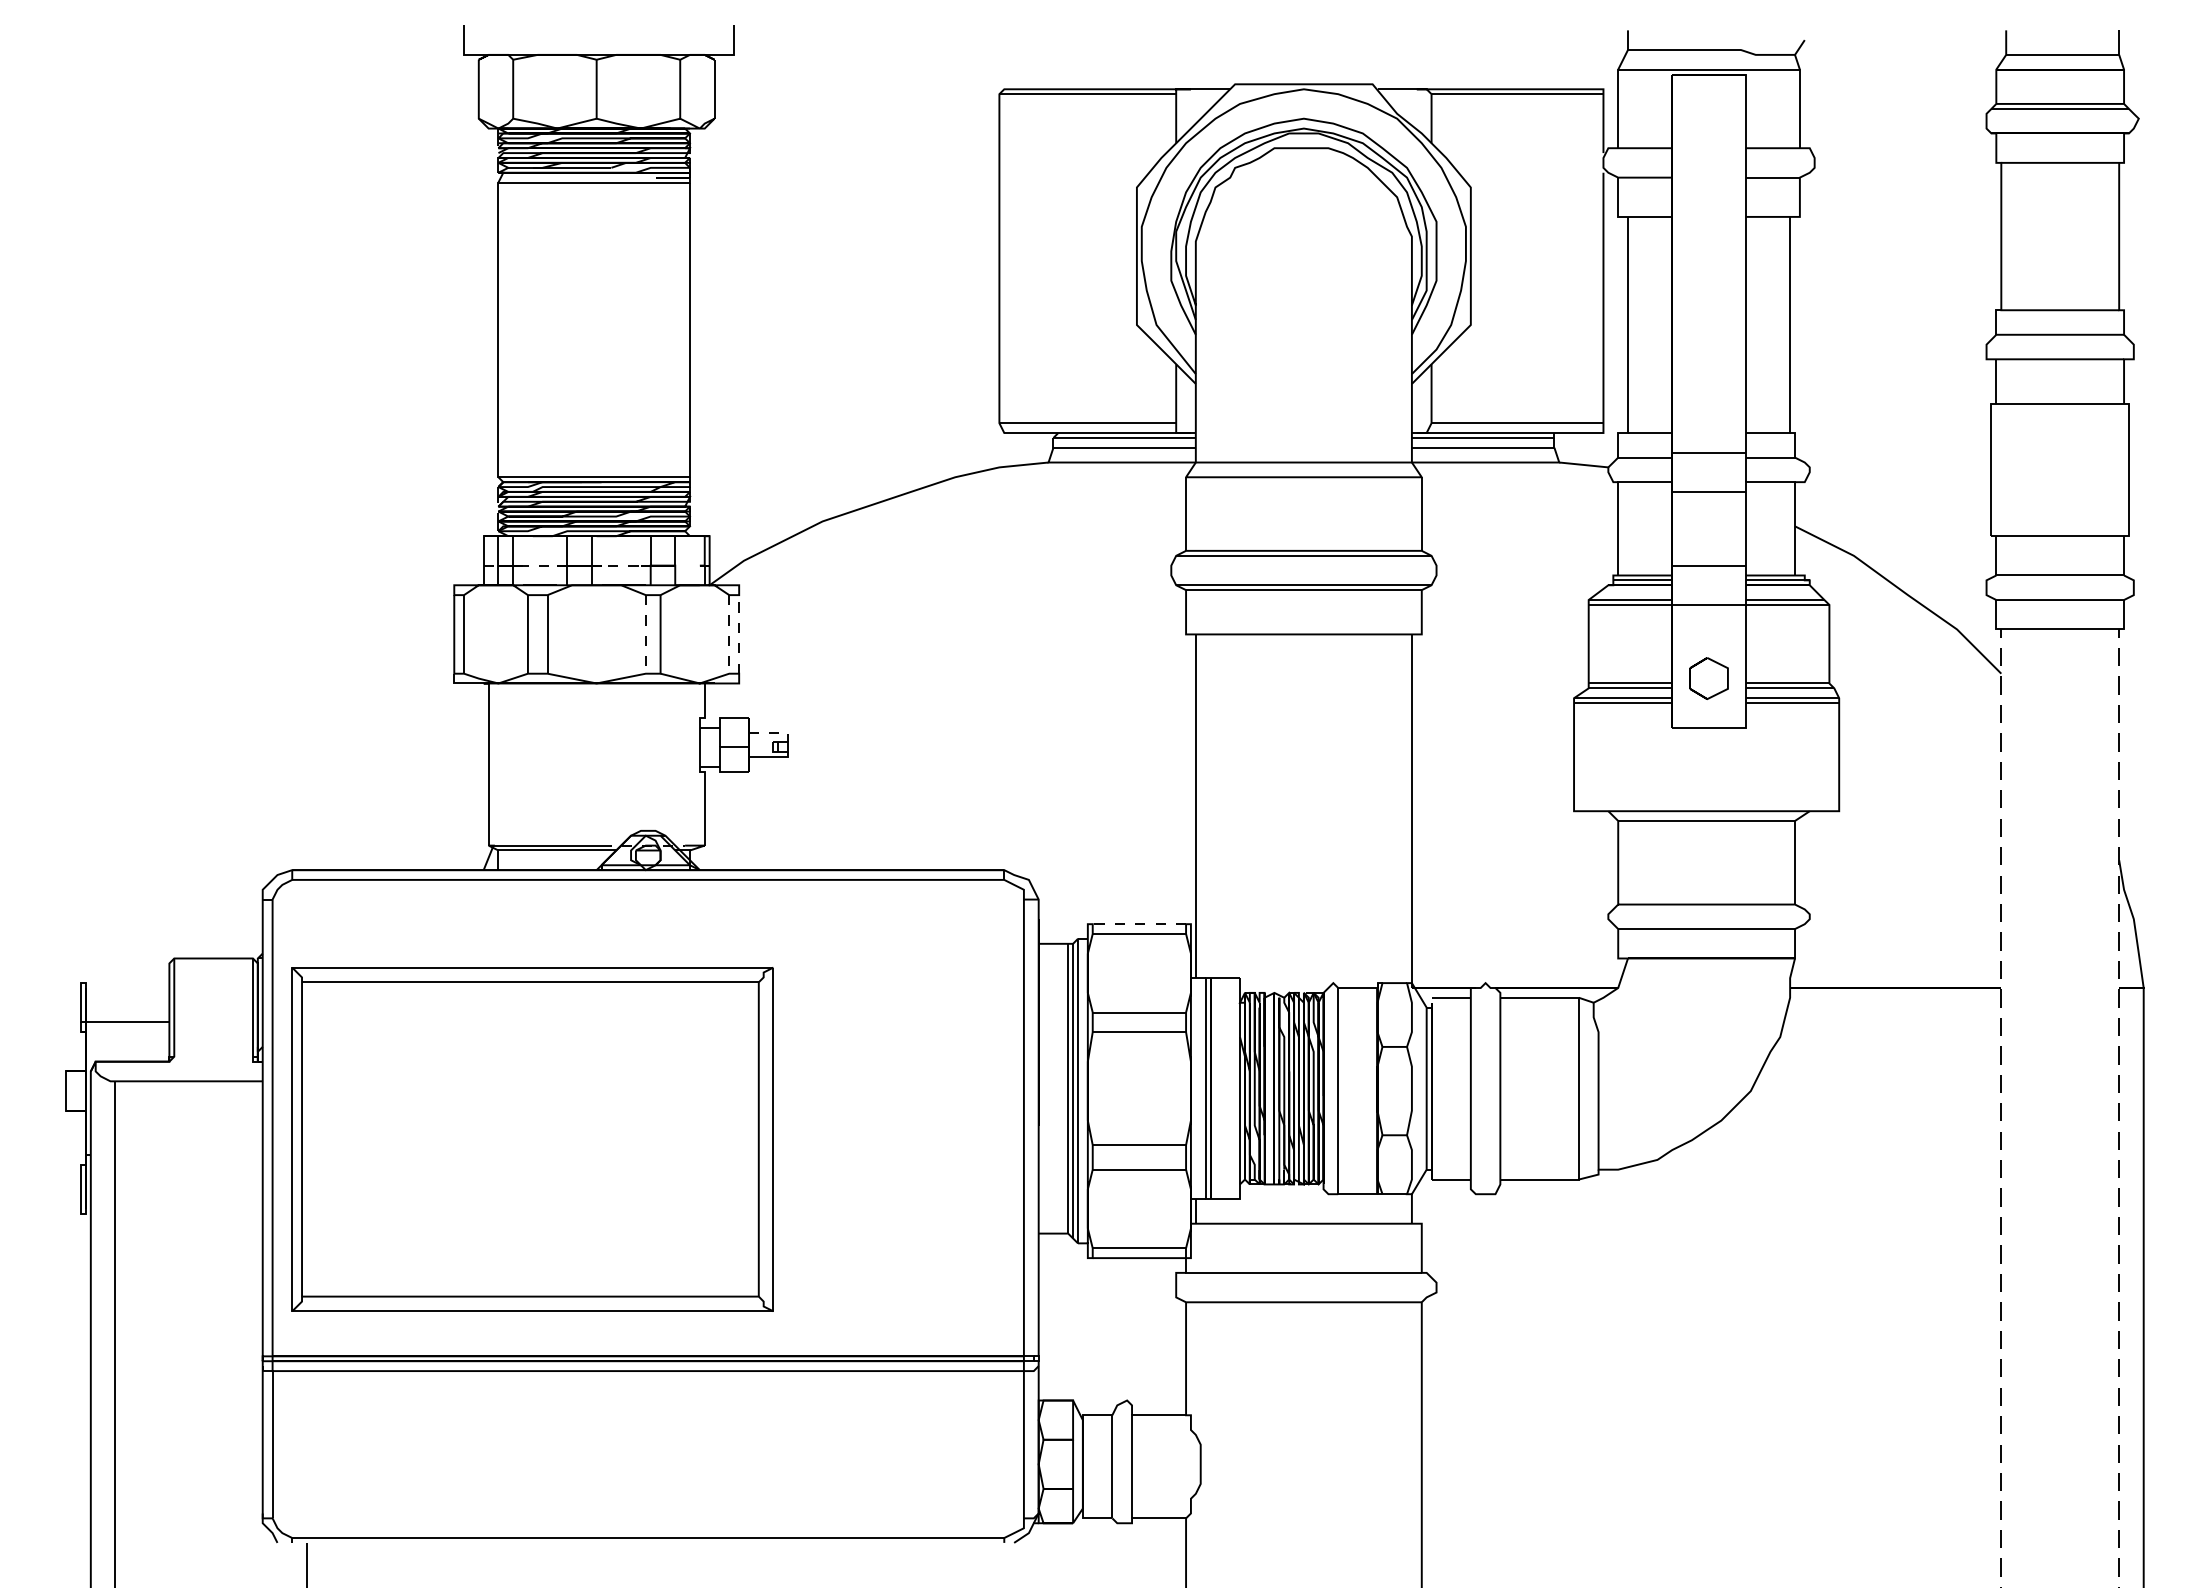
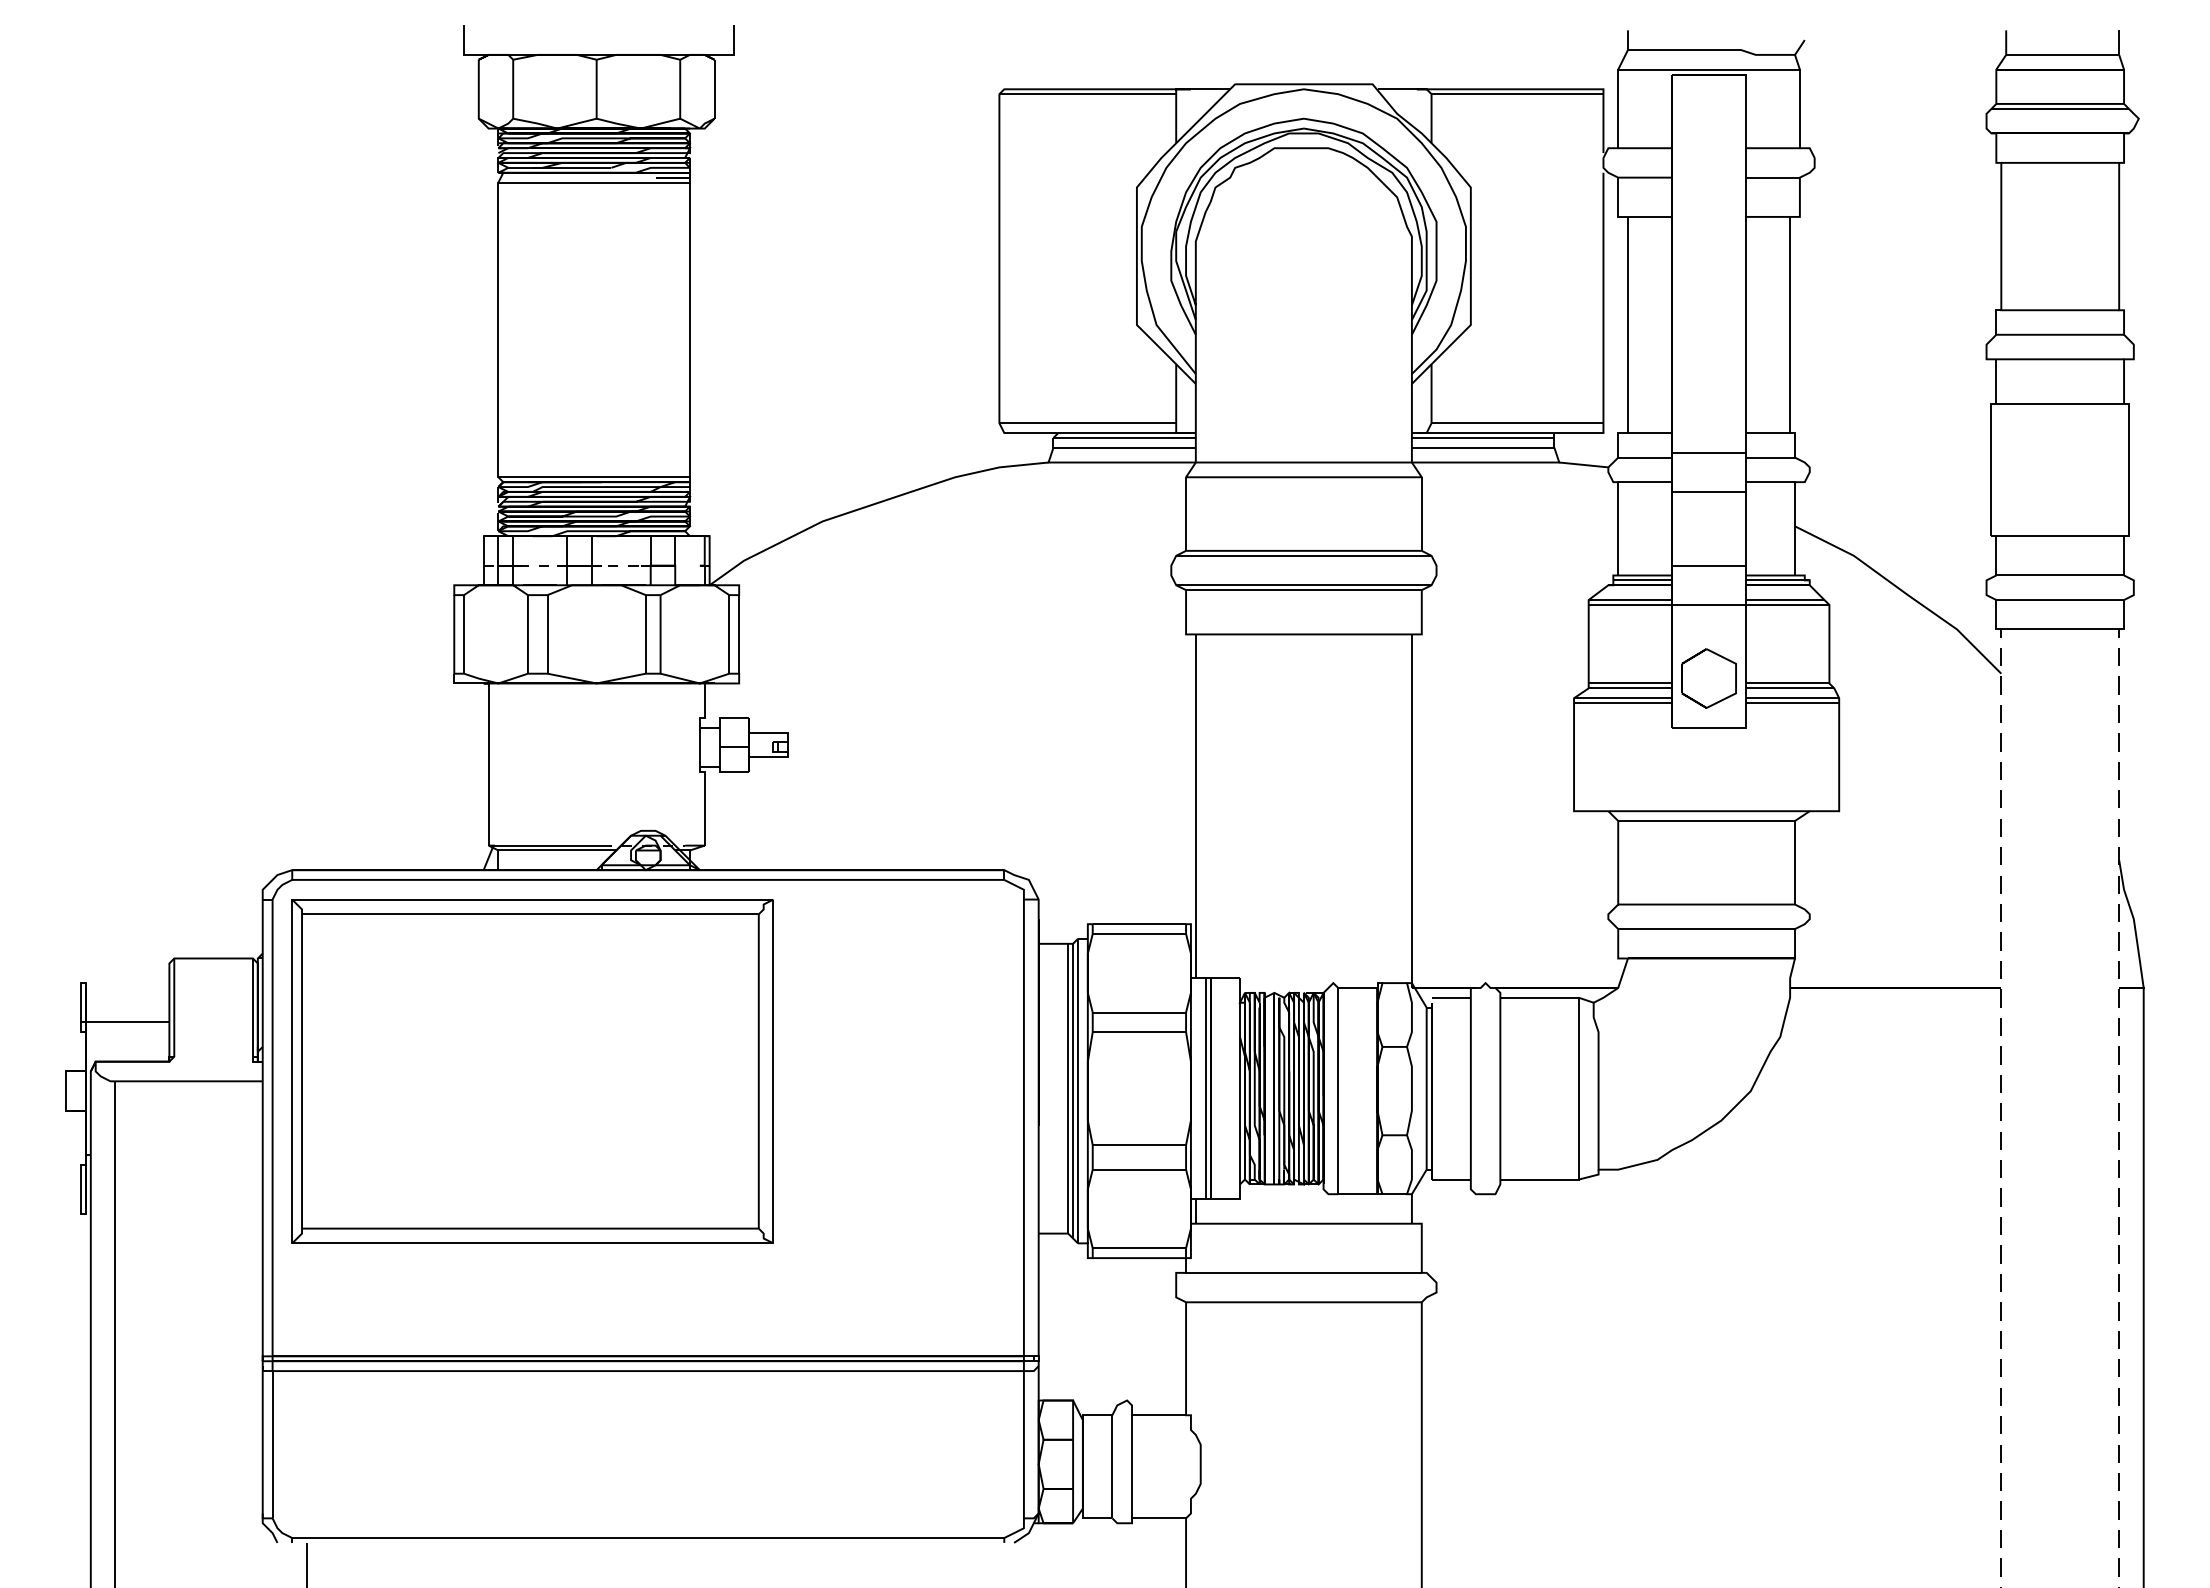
line at (739, 633): dashed -> solid
line at (645, 634): dashed -> solid
line at (729, 634): dashed -> solid
part at (1708, 678) size: 40x43 px -> 56x61 px
line at (774, 732): dashed -> solid
line at (1139, 924): dashed -> solid
part at (532, 1139) position: (532, 1139) -> (532, 1071)
